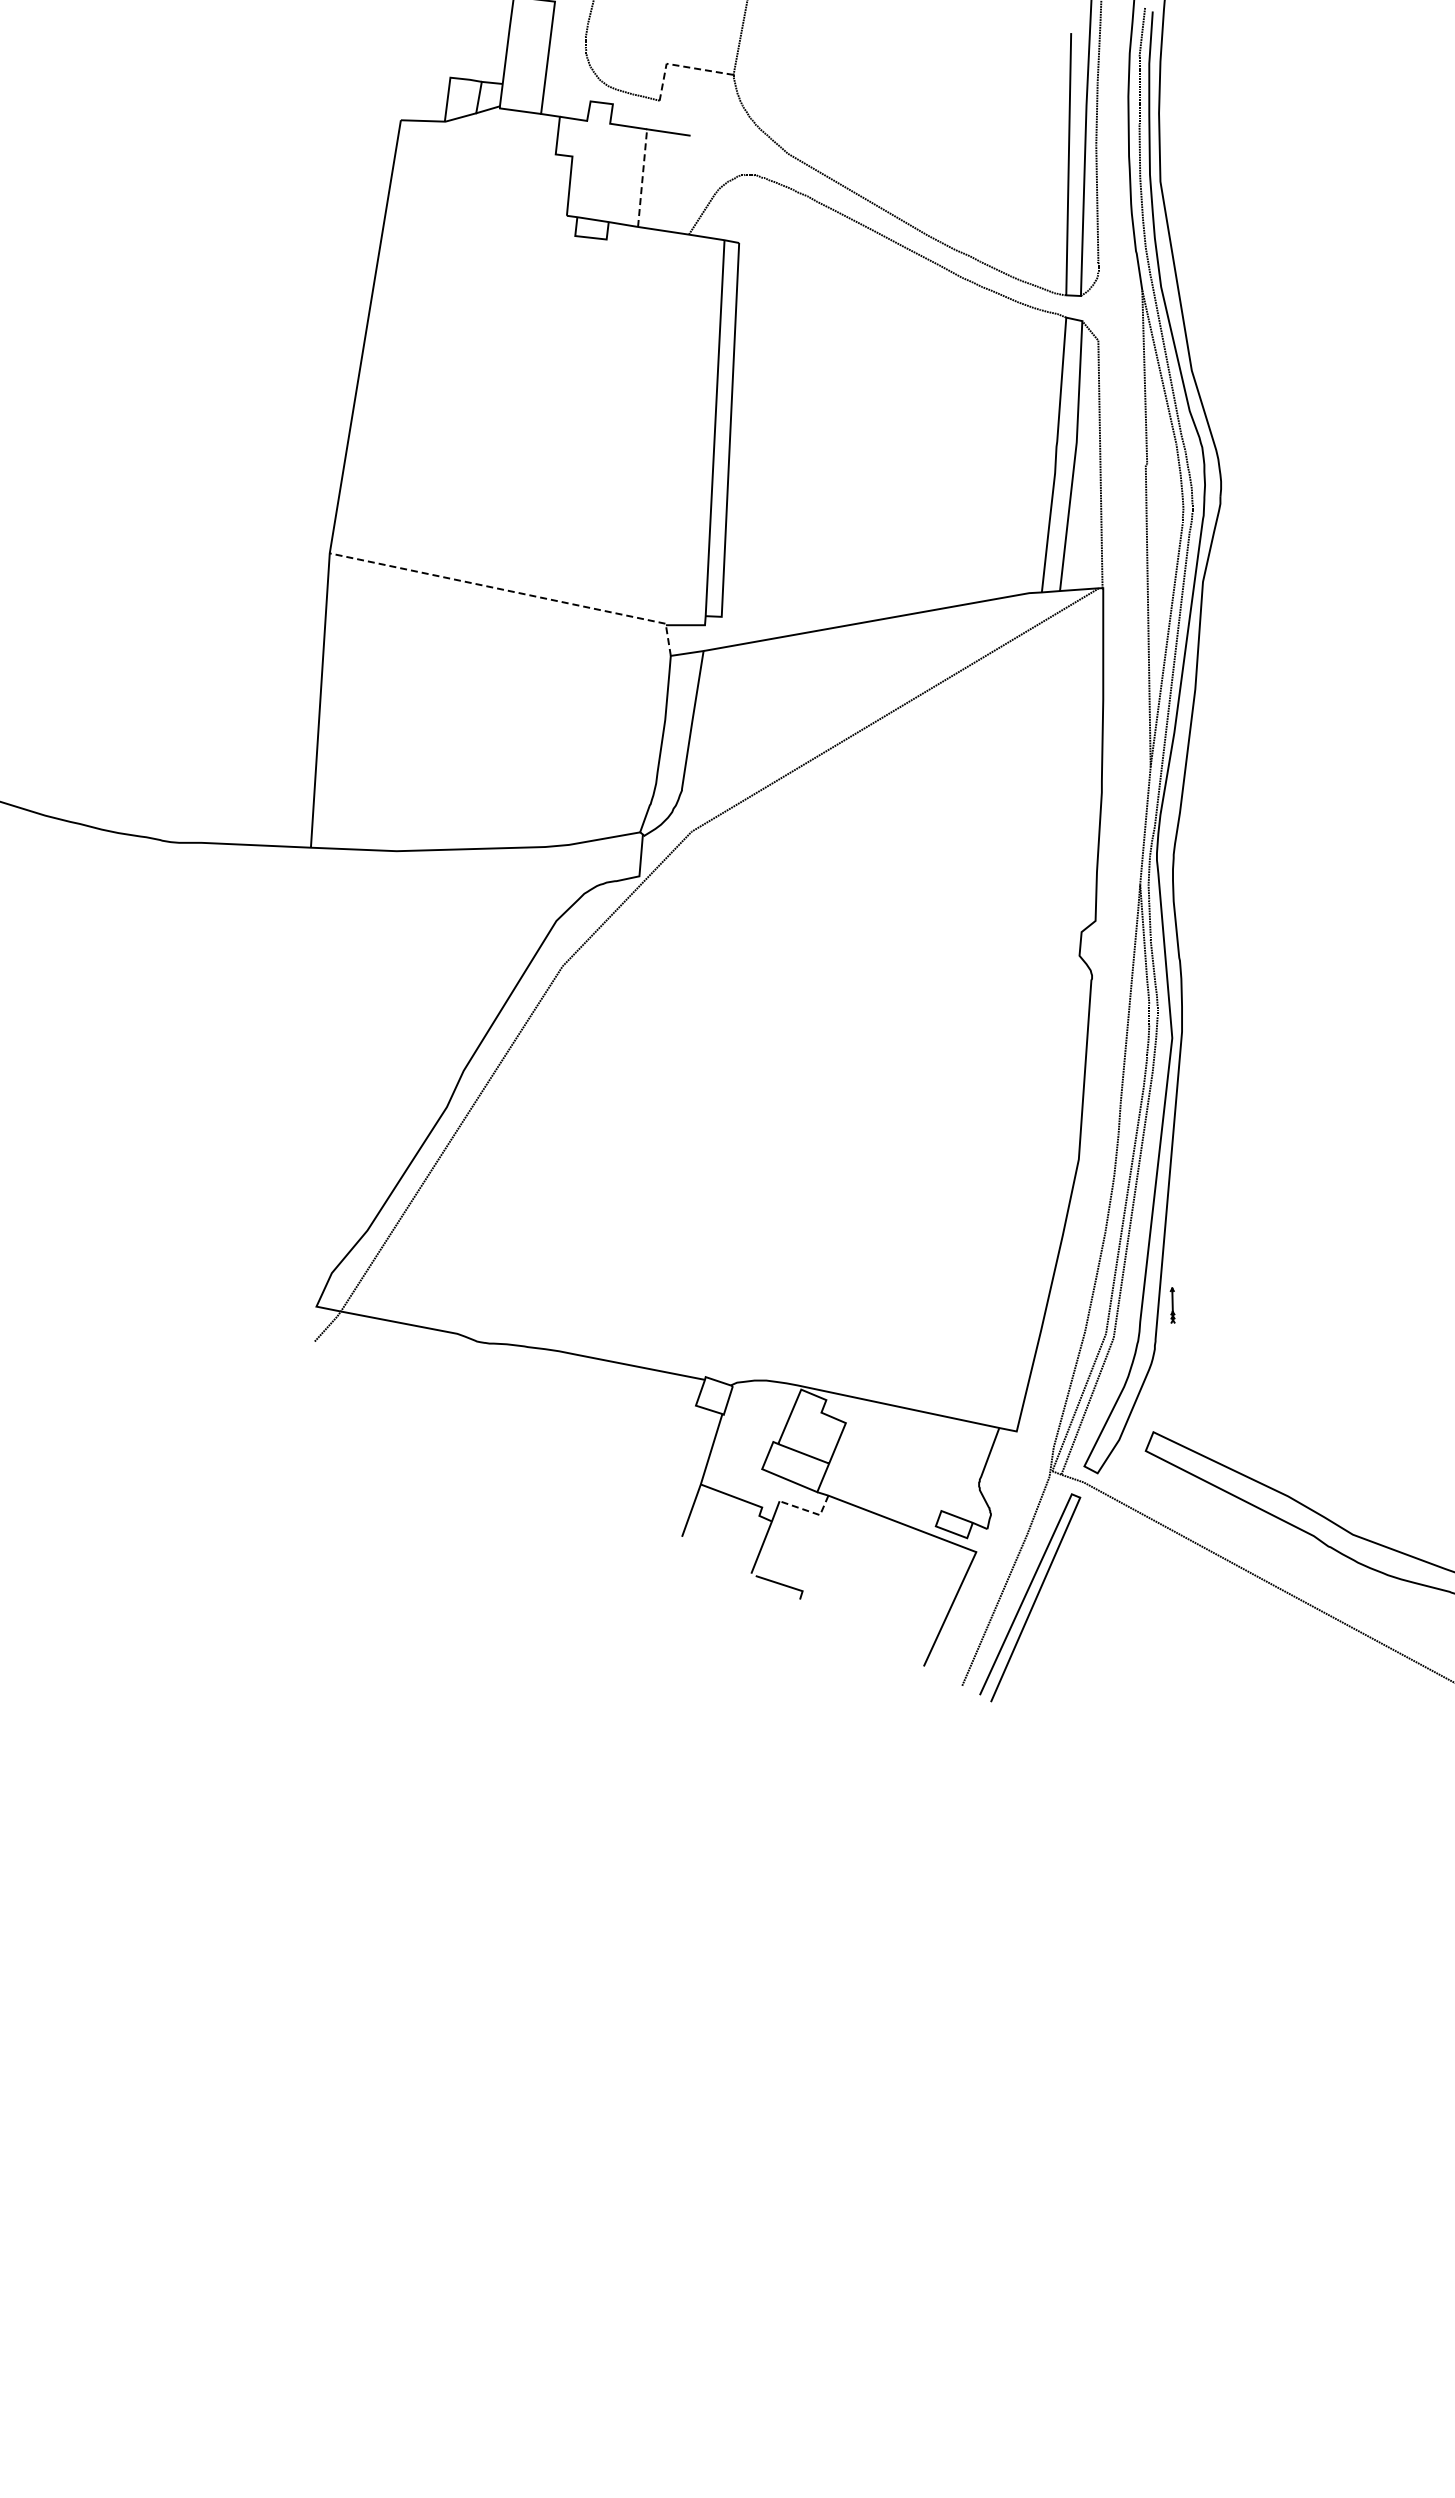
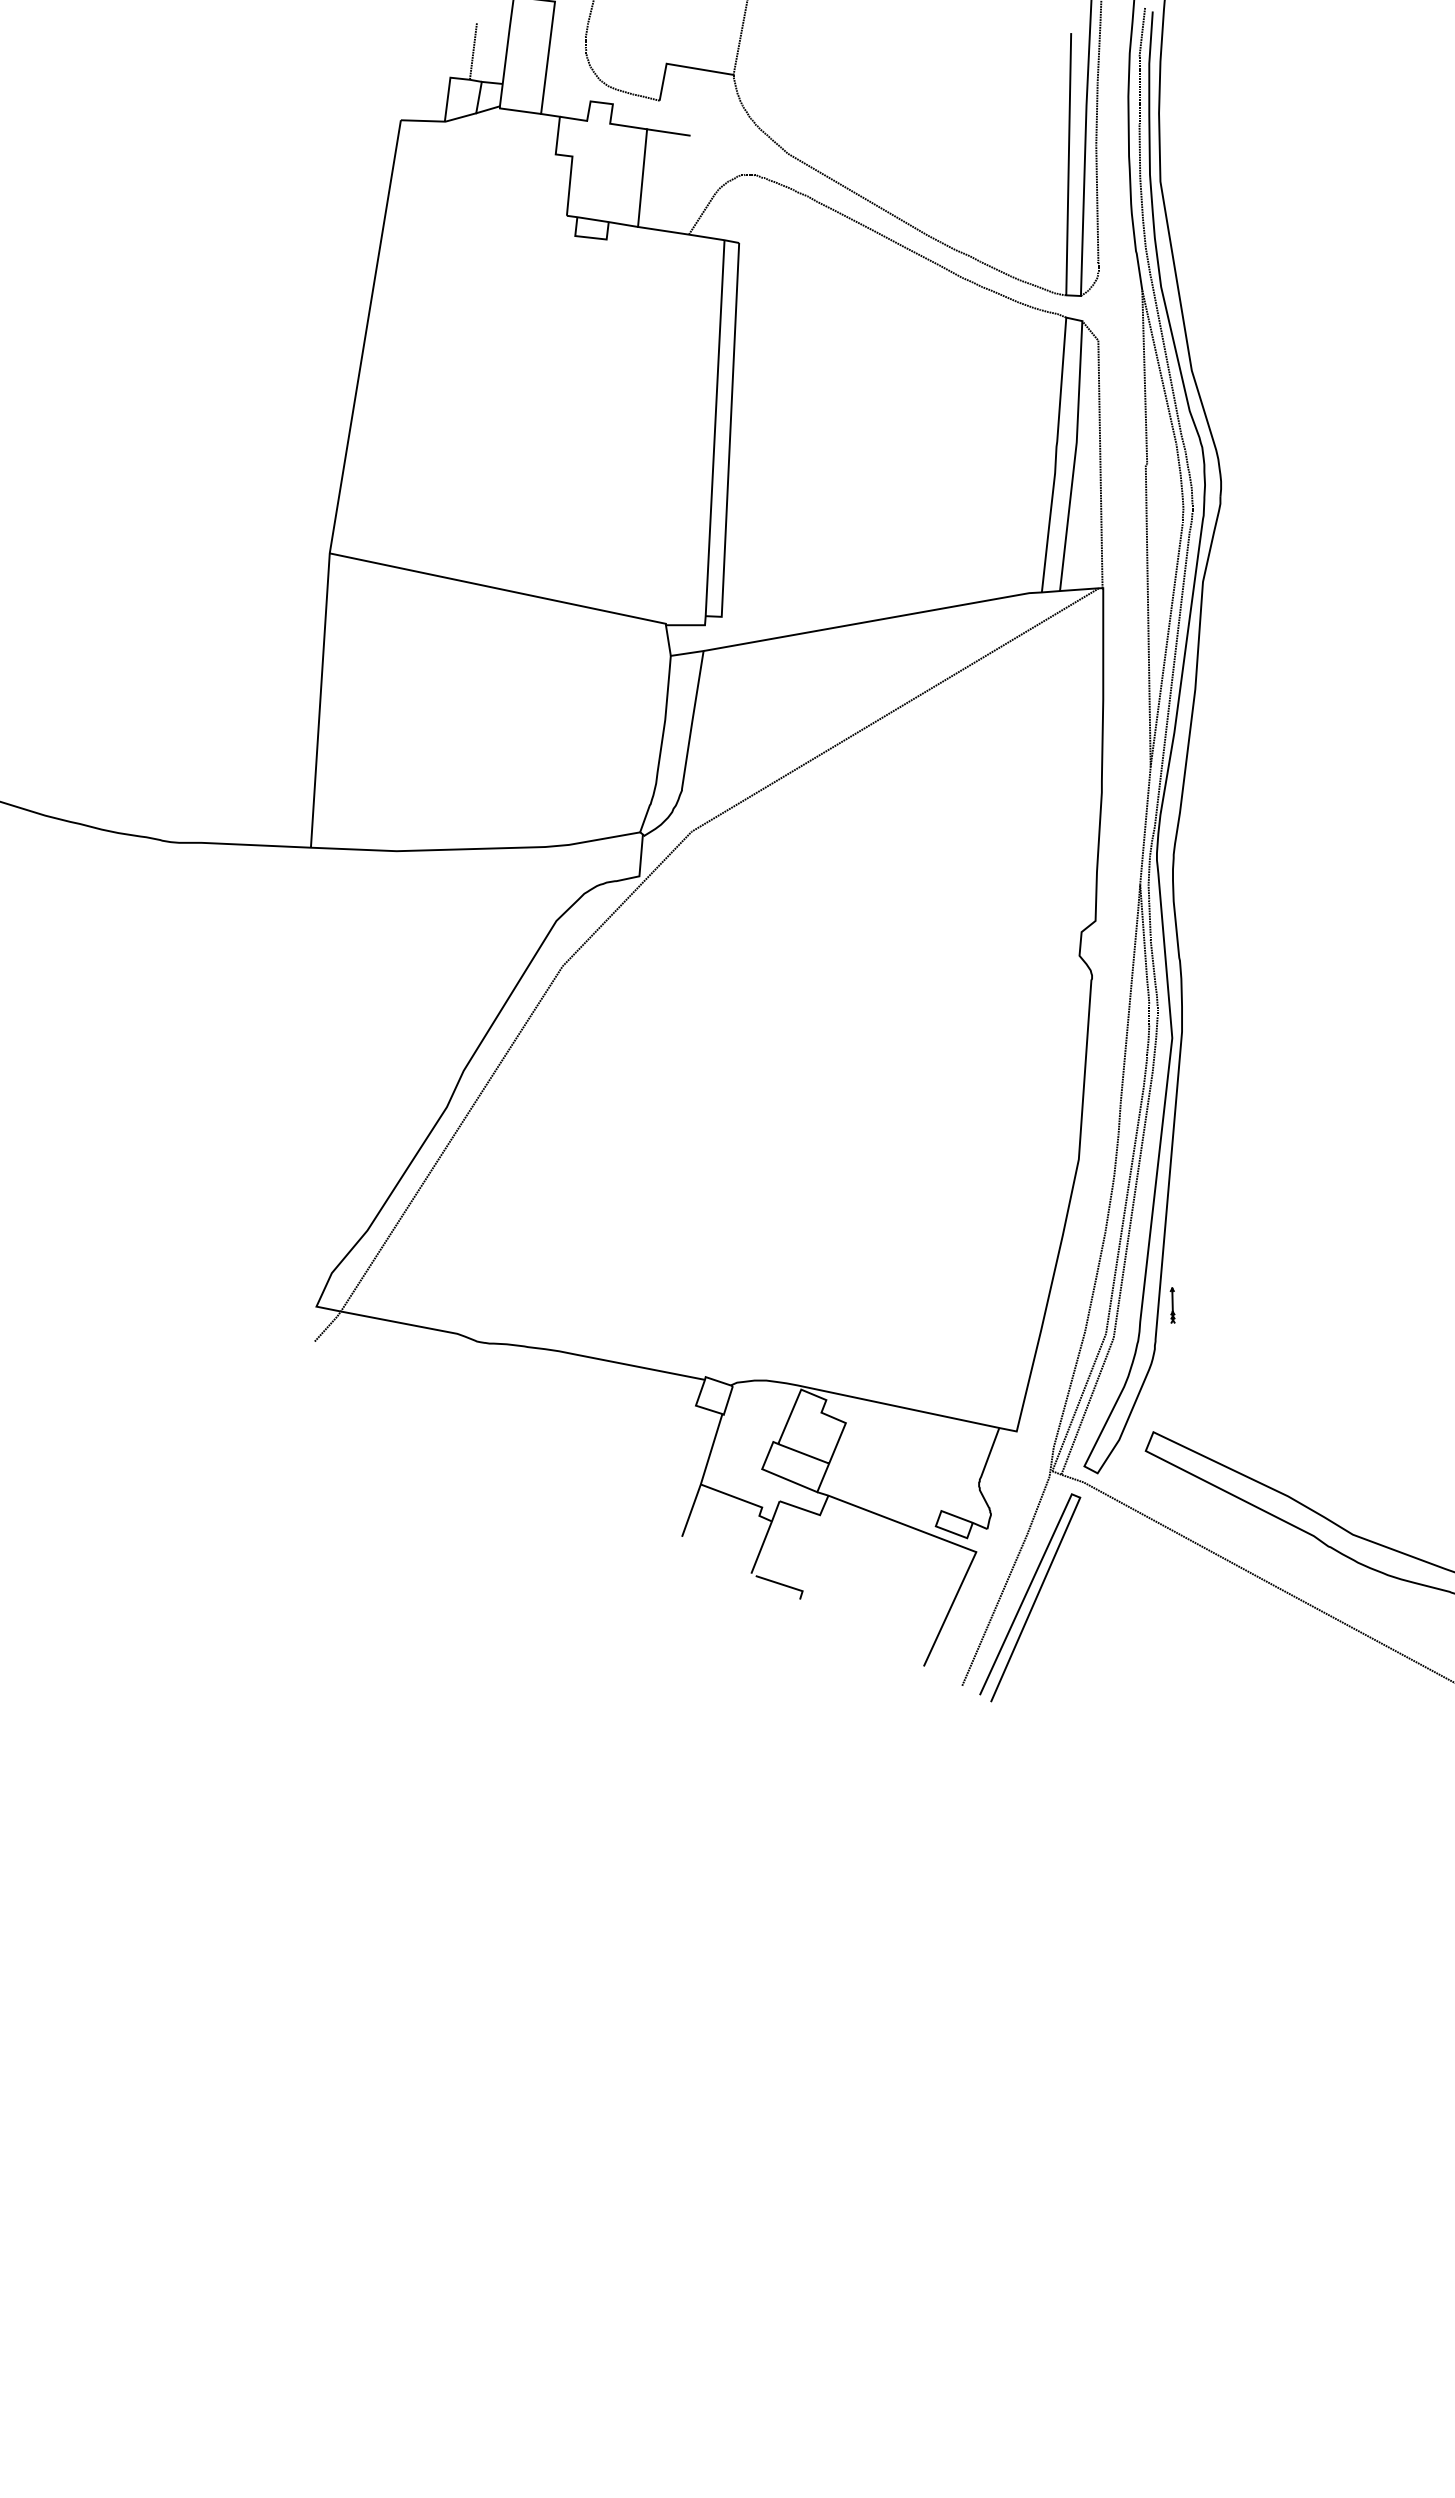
line at (472, 51): none -> present
line at (680, 66): dashed -> solid
line at (642, 177): dashed -> solid
line at (515, 592): dashed -> solid
line at (810, 1511): dashed -> solid
